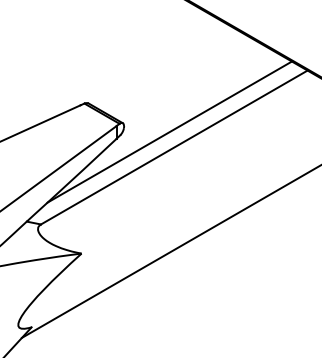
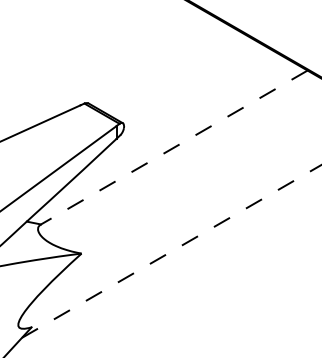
line at (169, 131): present -> none
line at (174, 147): solid -> dashed
line at (172, 251): solid -> dashed
